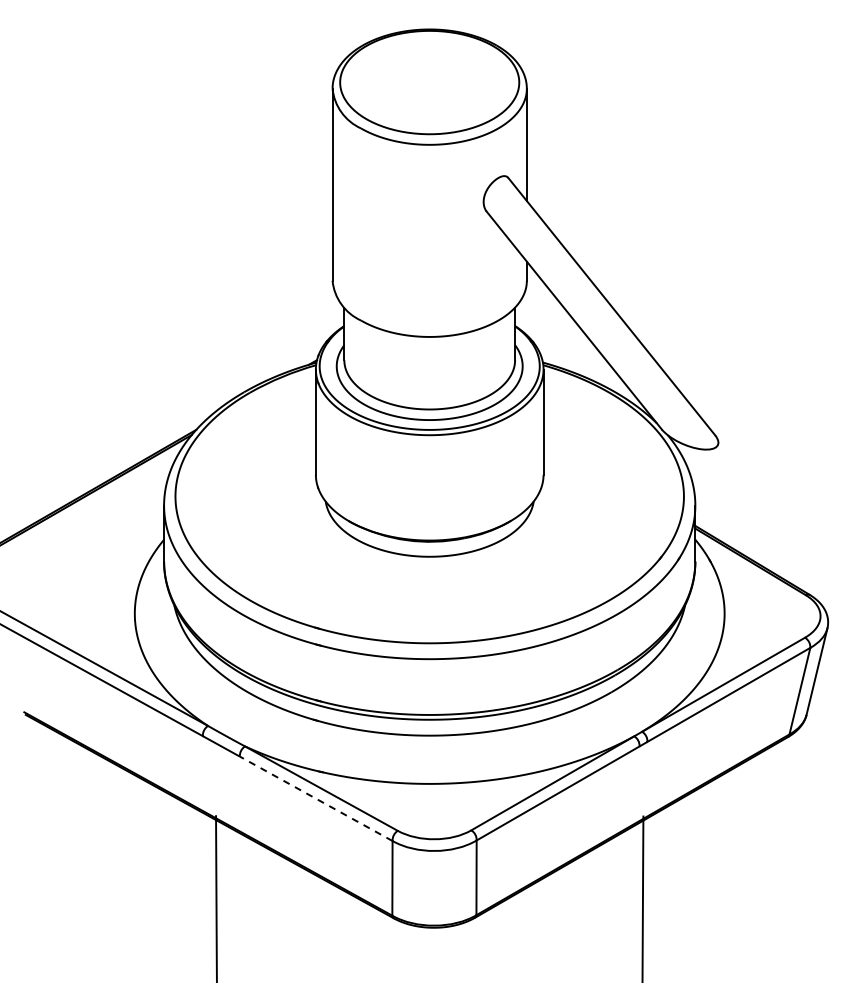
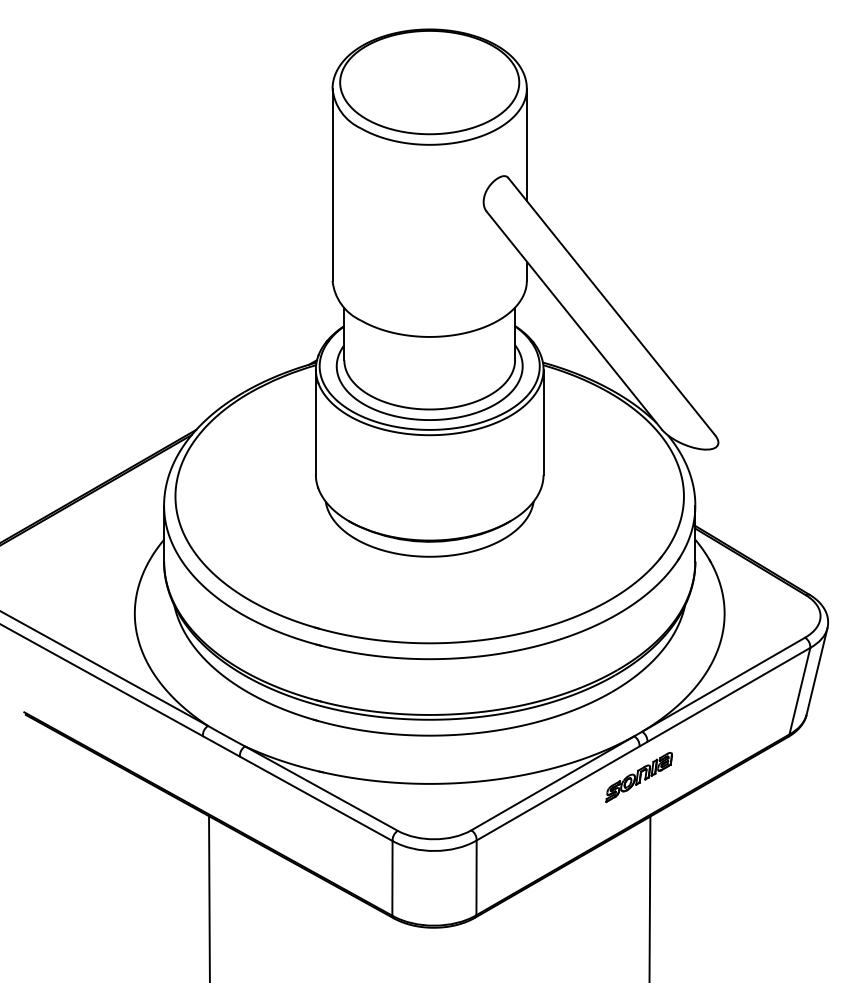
part at (638, 777): none -> present
line at (315, 798): dashed -> solid
line at (216, 897) position: (216, 897) -> (209, 897)
line at (642, 897) position: (642, 897) -> (649, 897)
